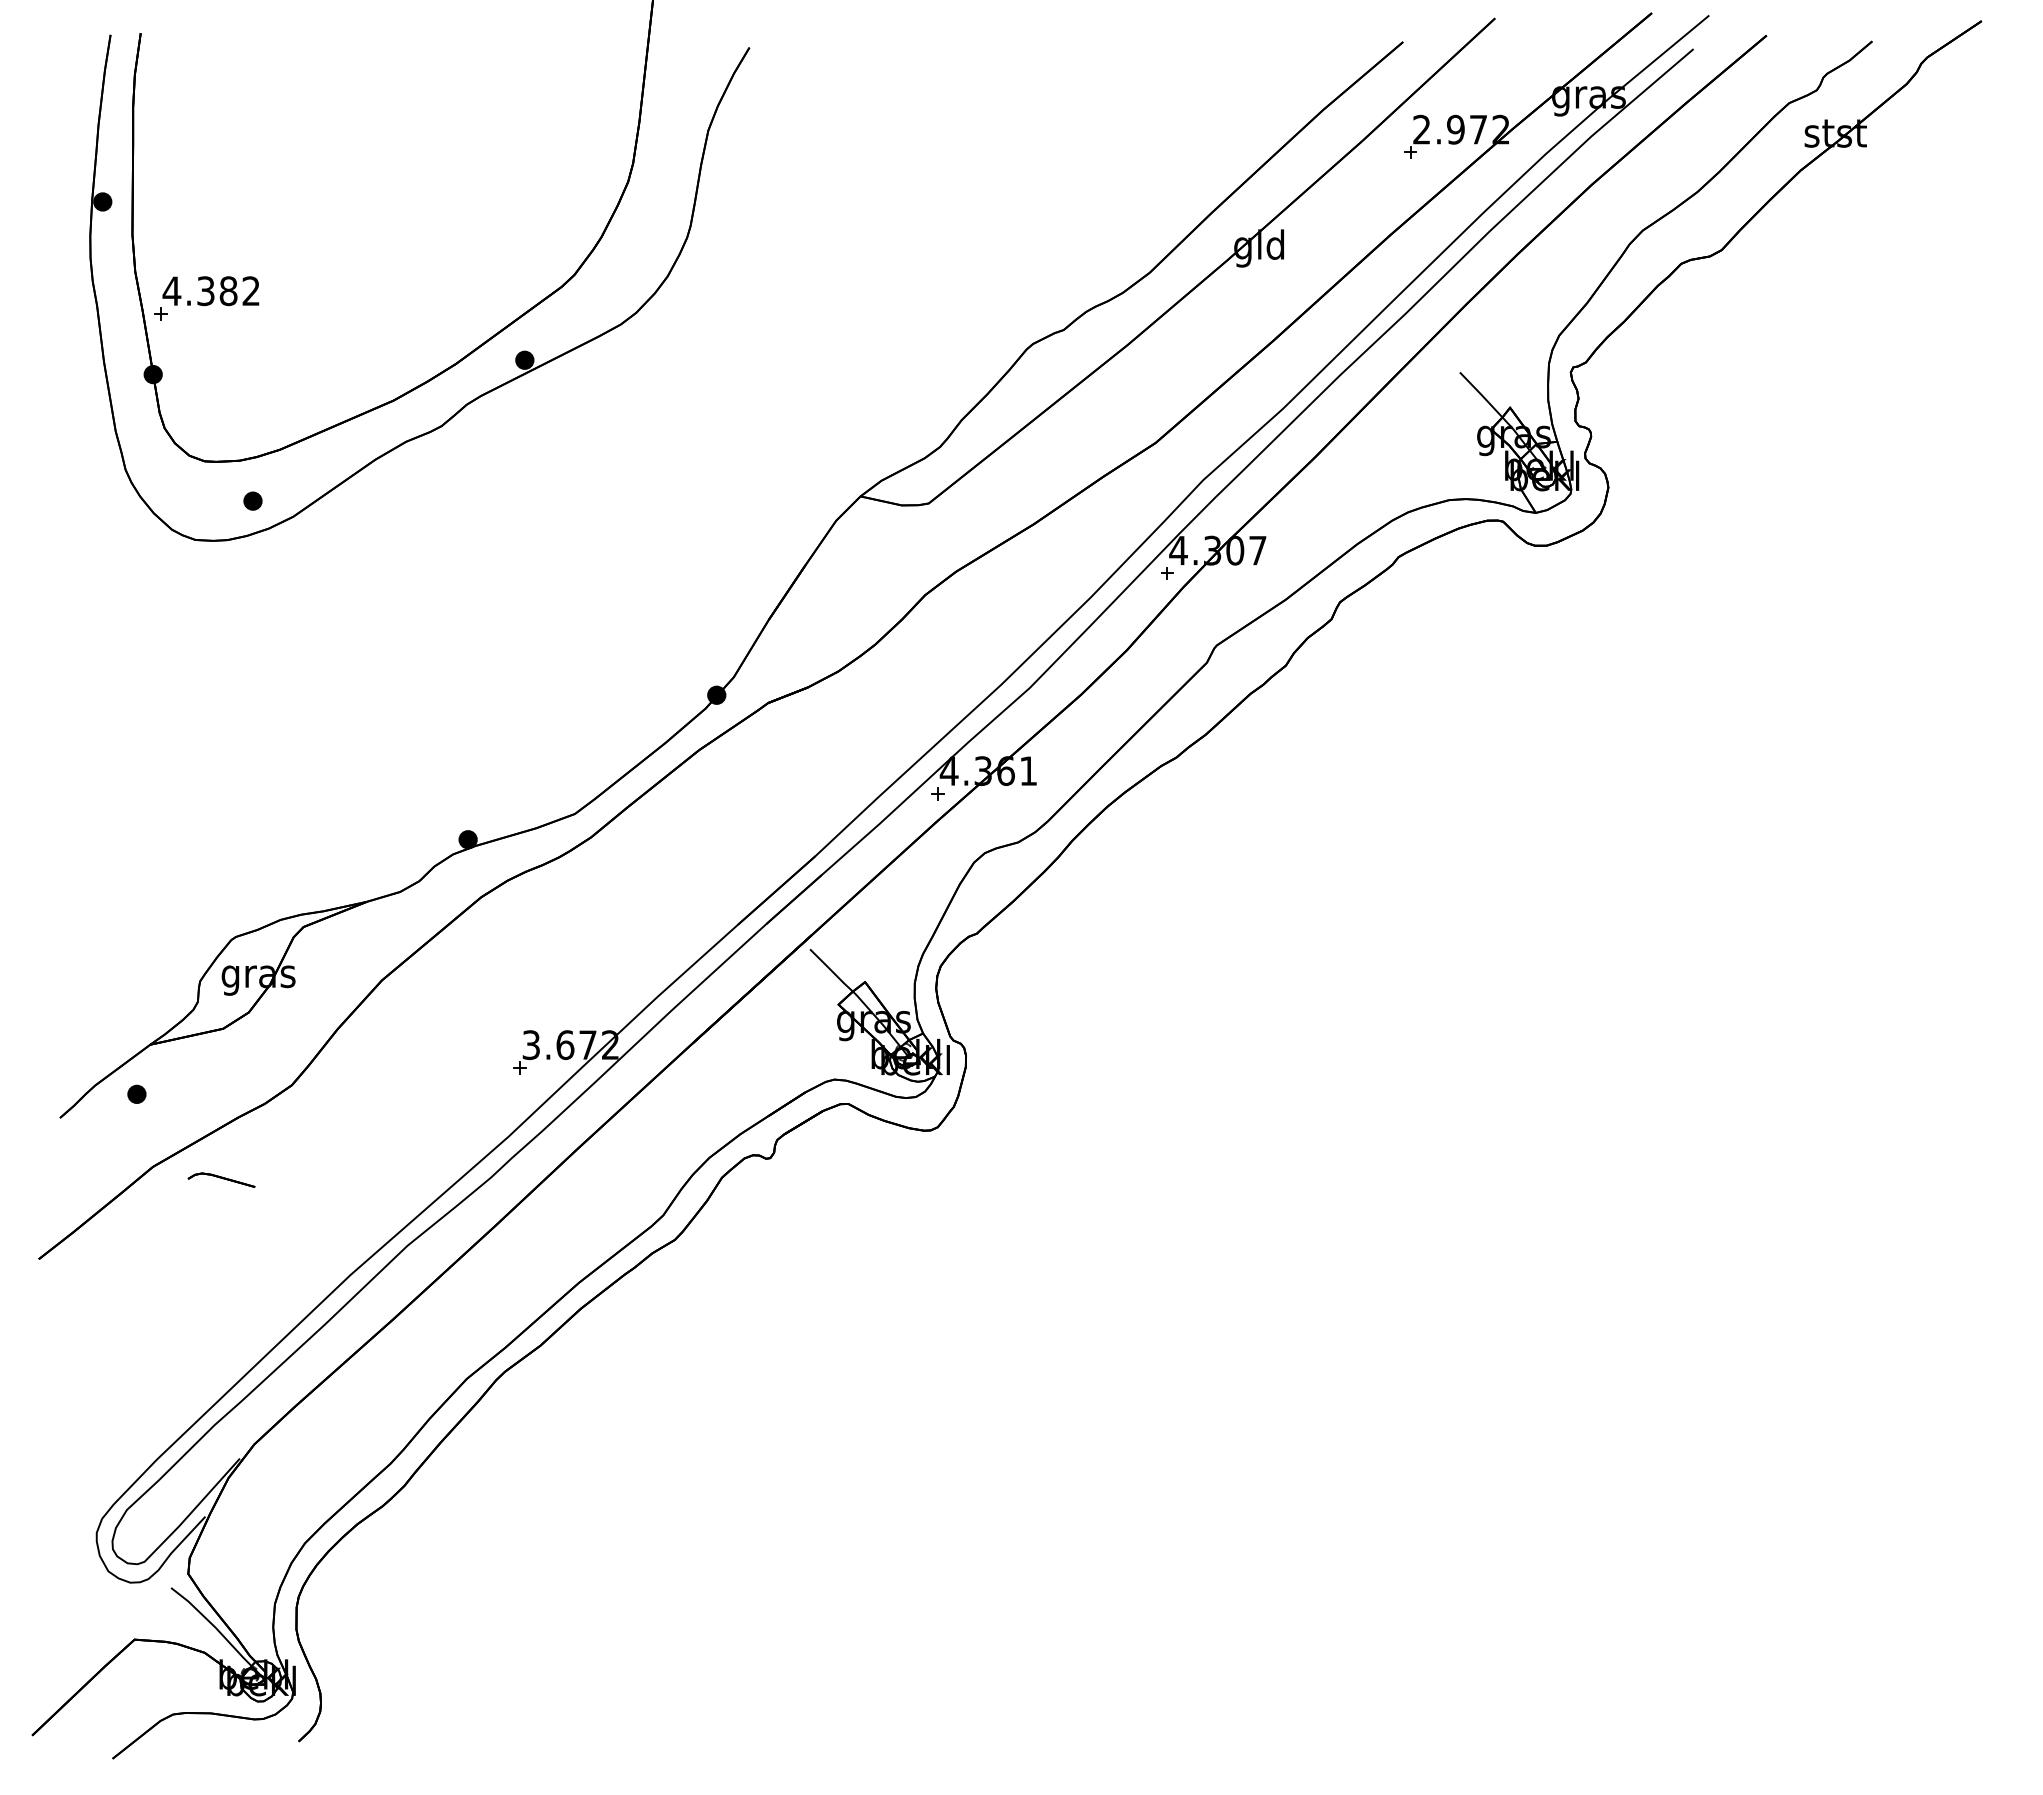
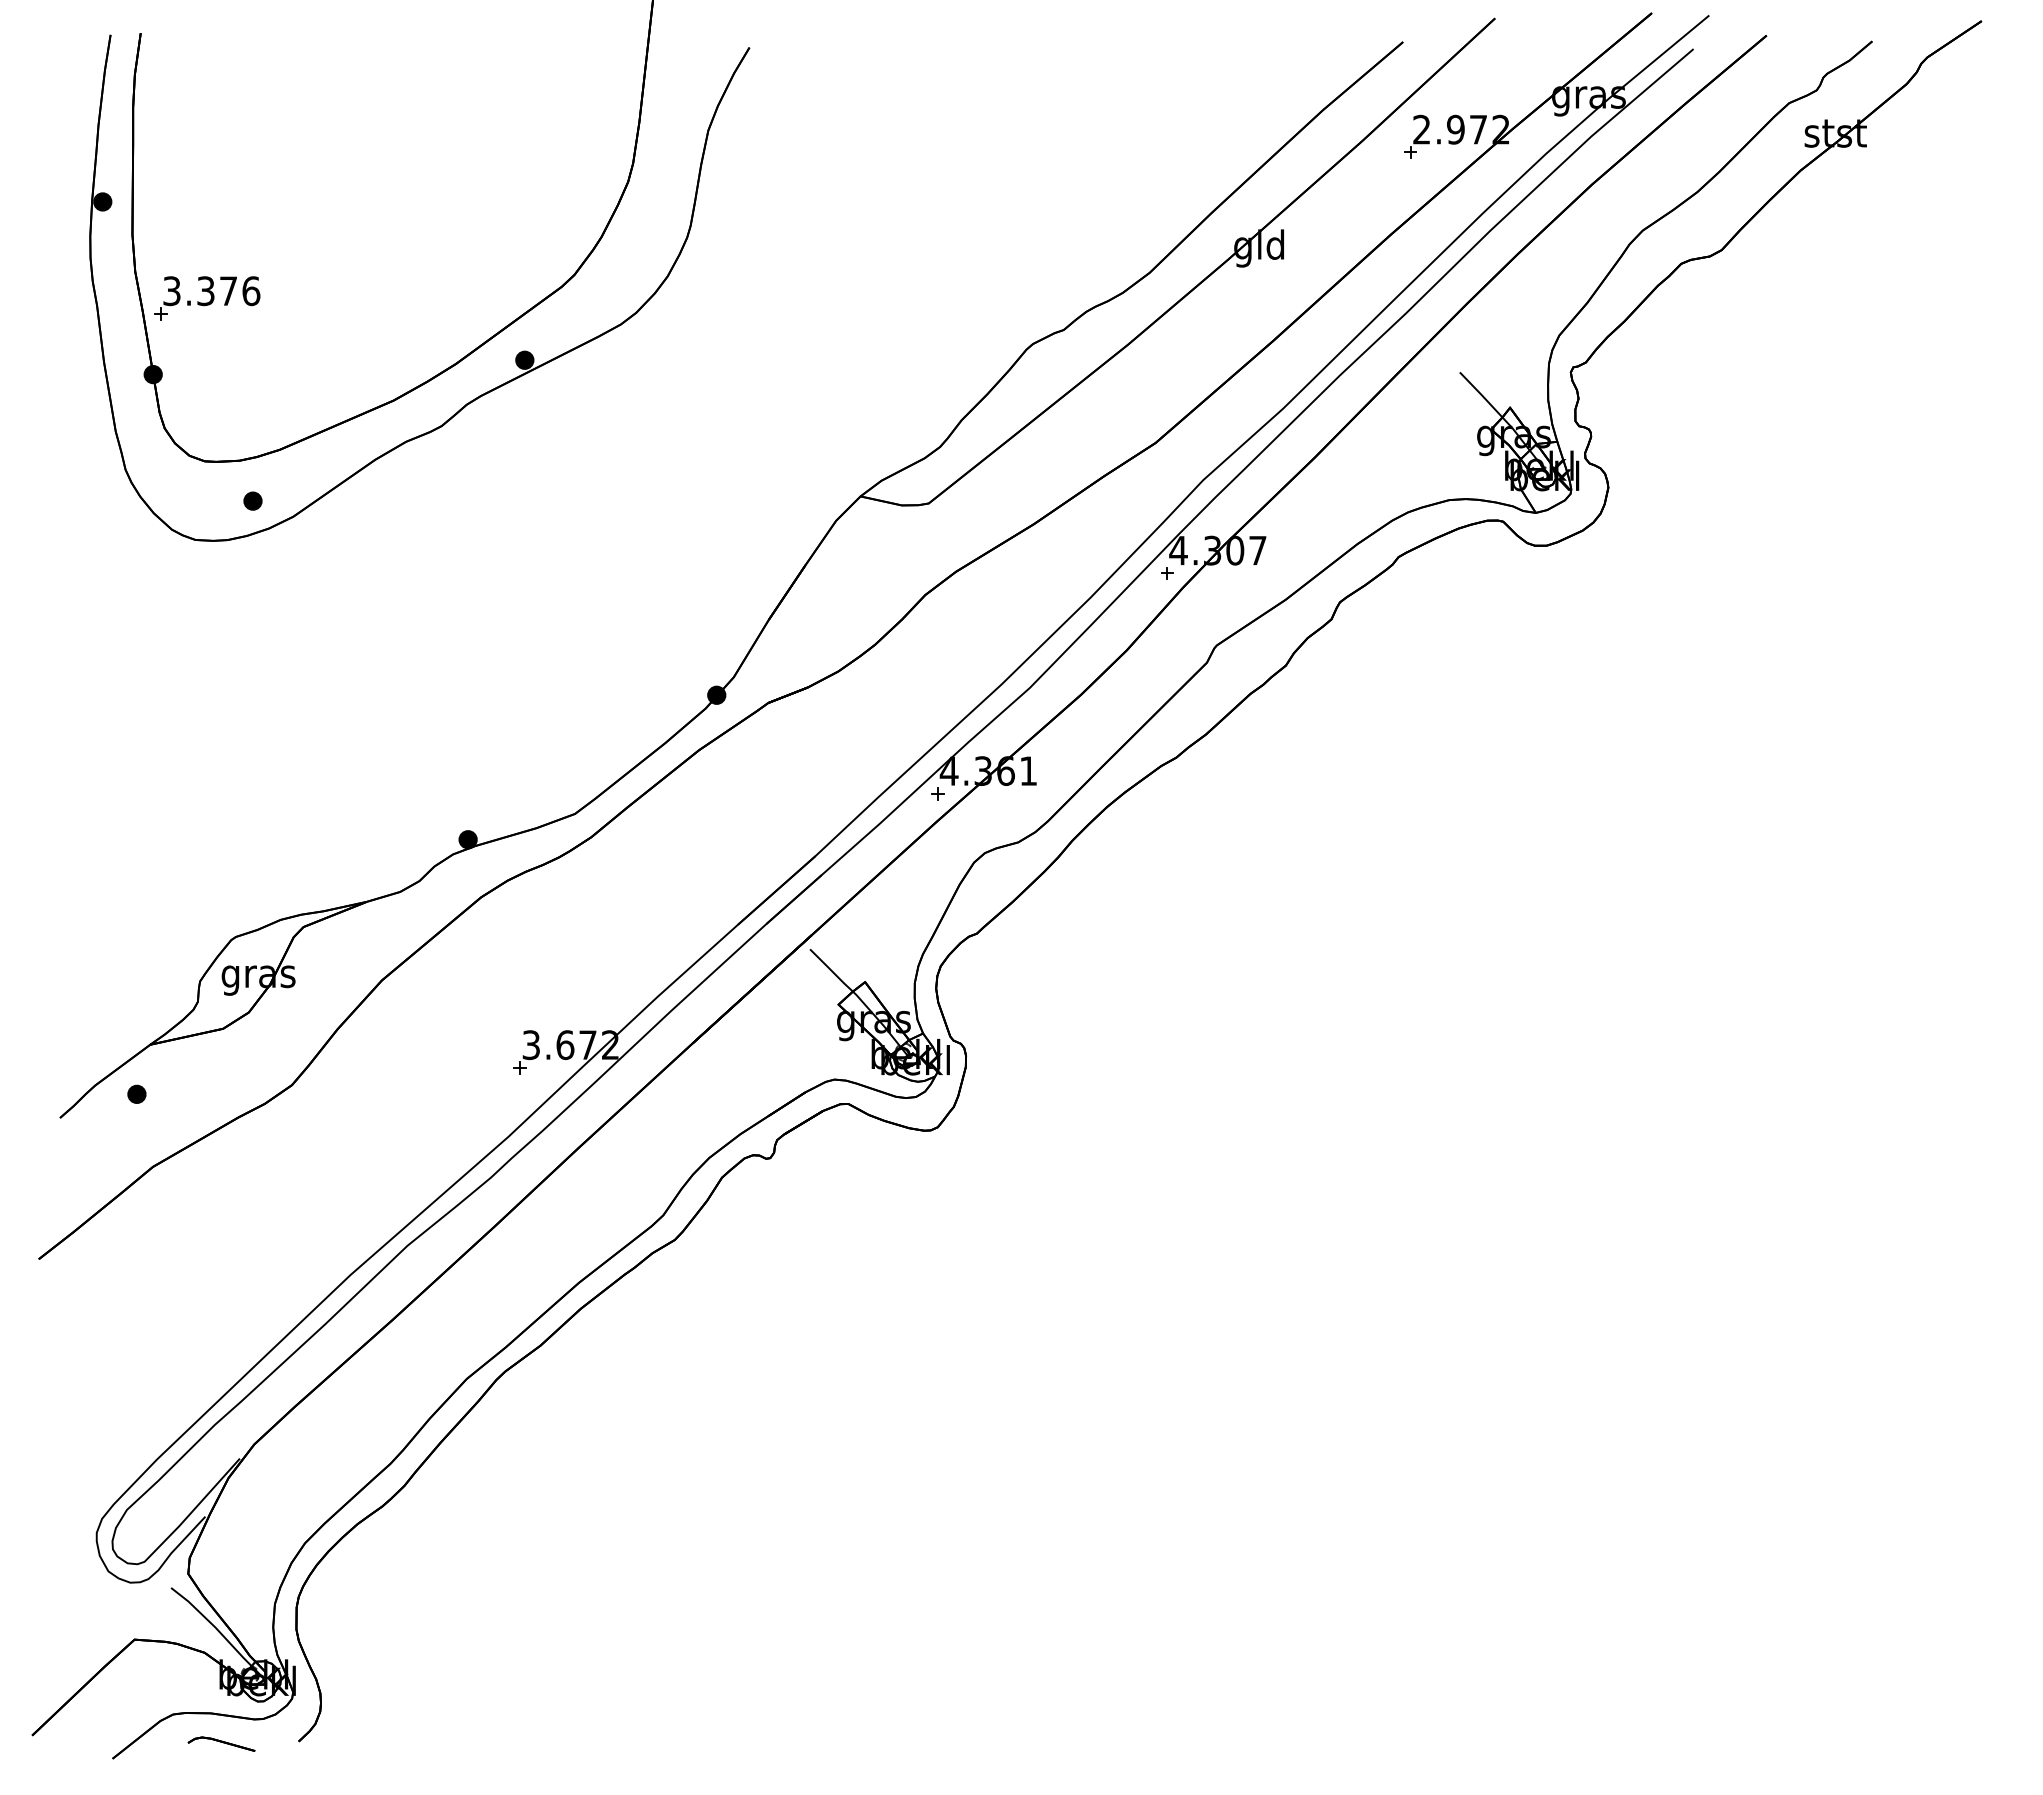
text at (211, 291): 4.382 -> 3.376
part at (221, 1179) position: (221, 1179) -> (221, 1743)
